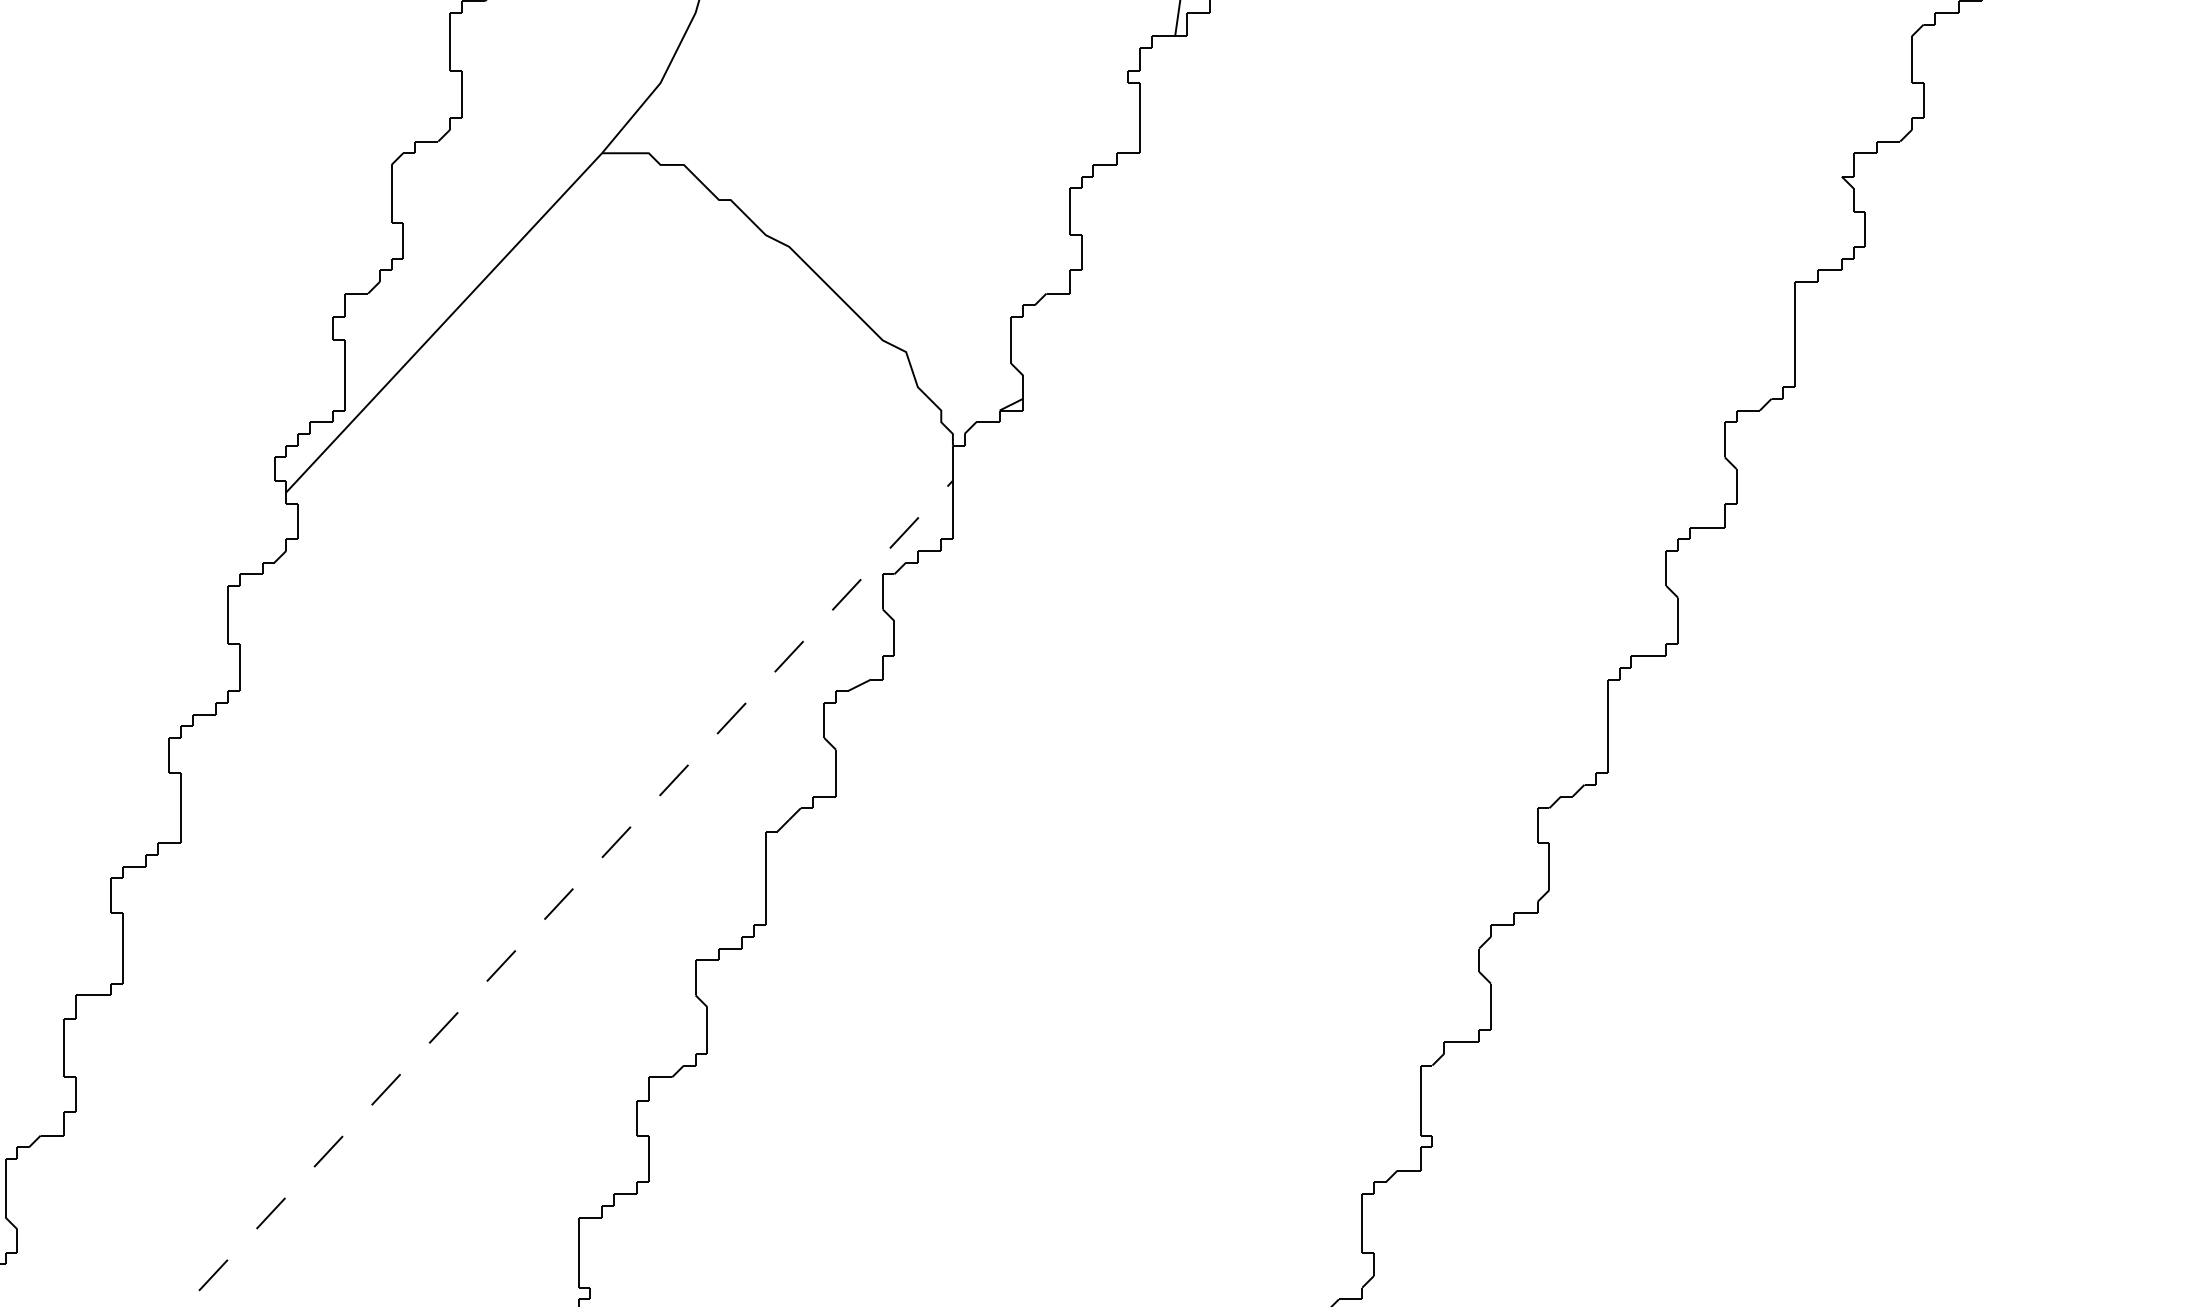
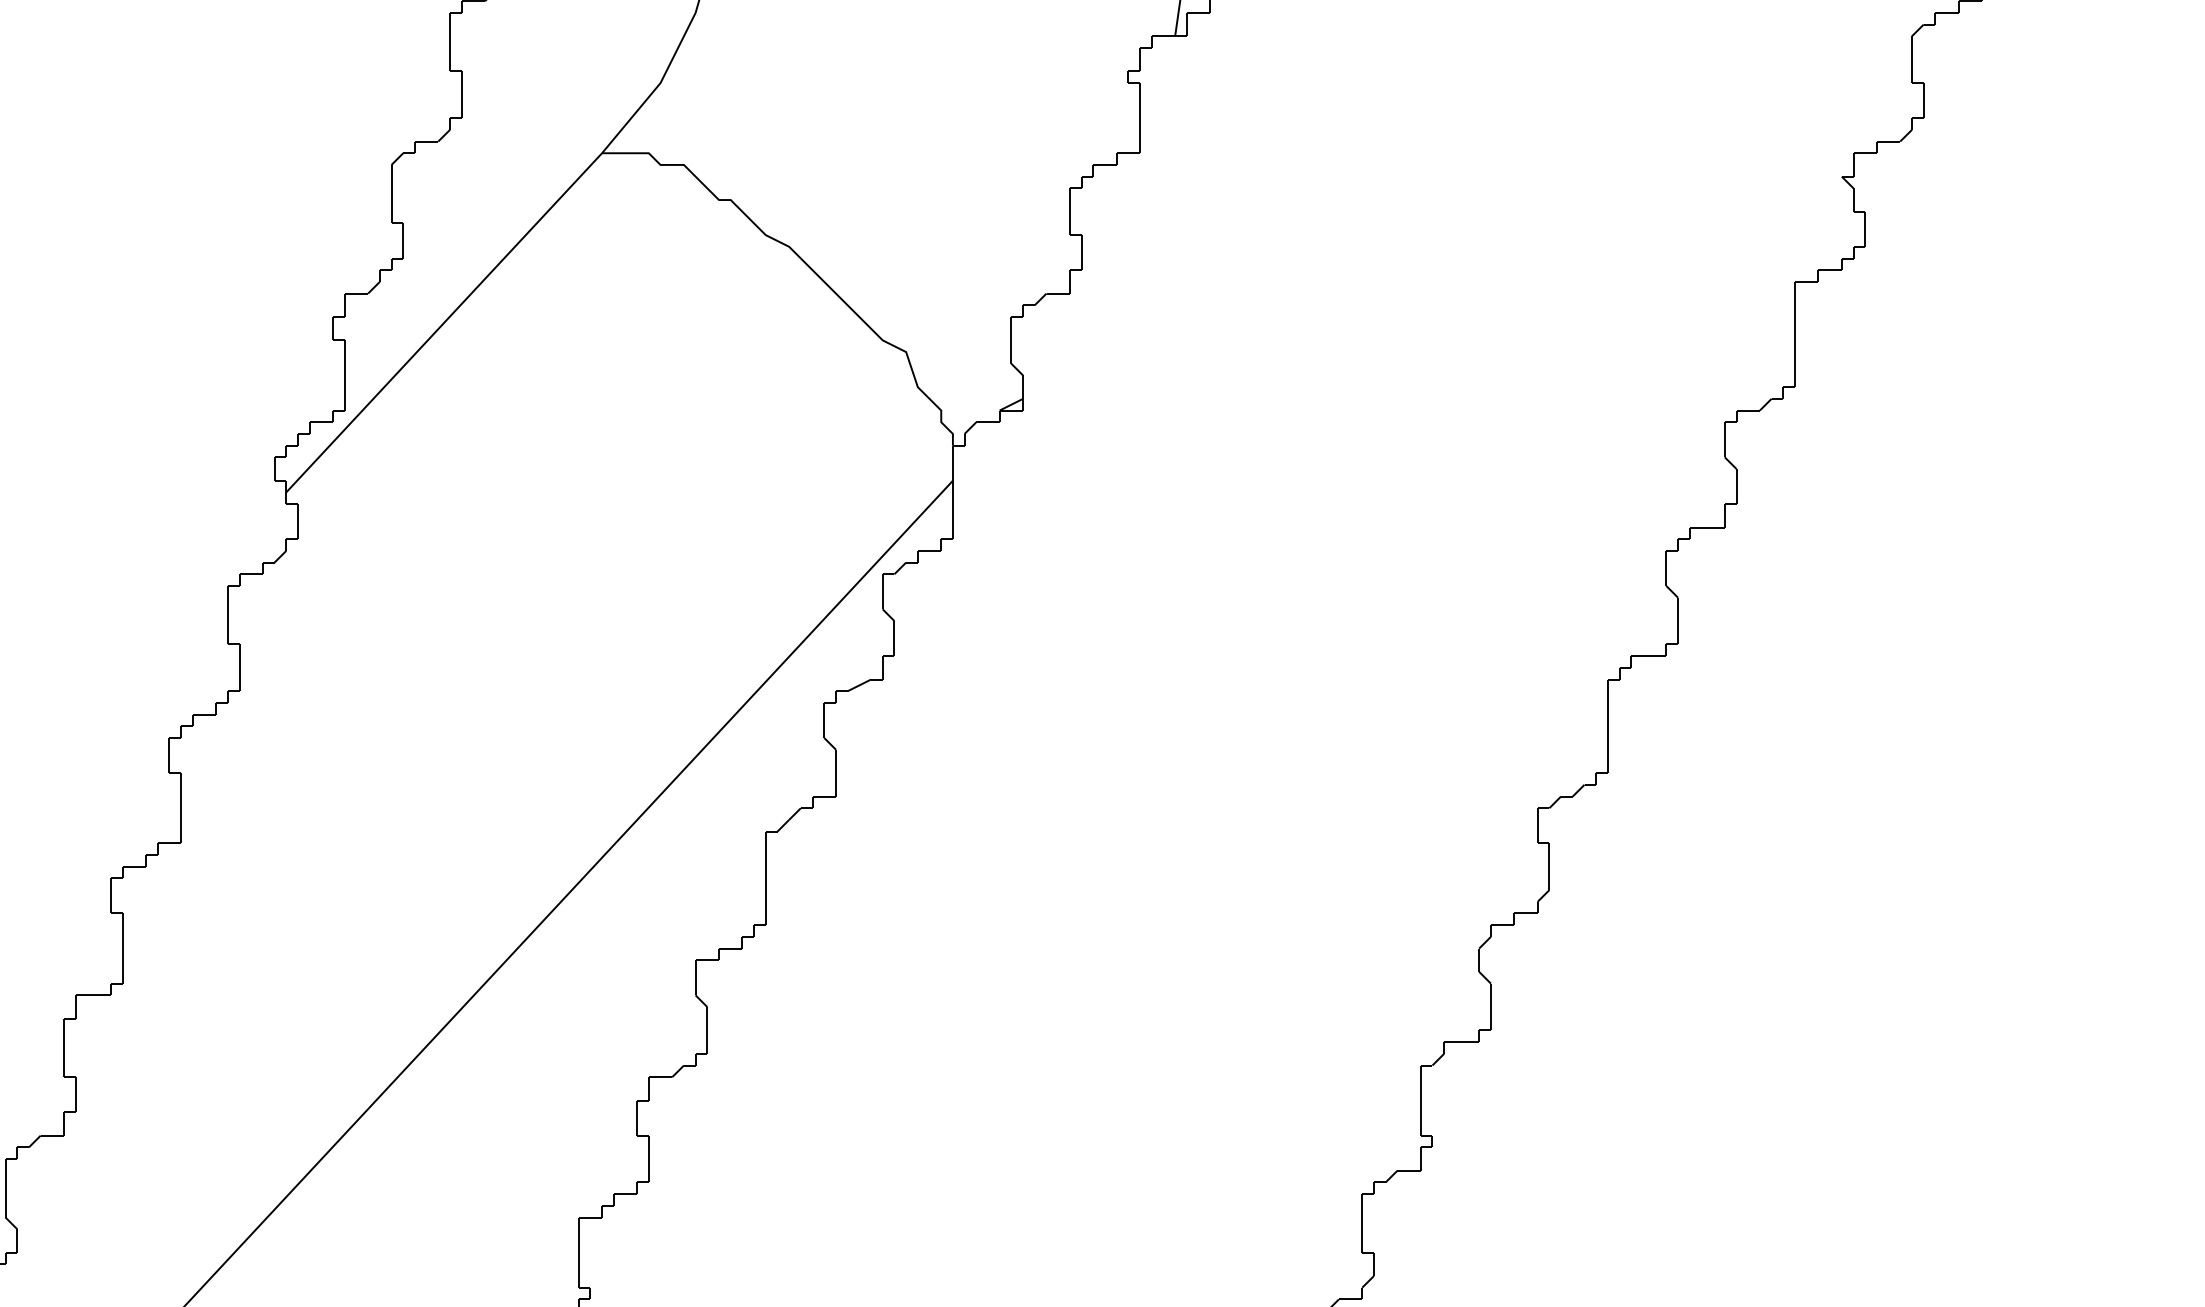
line at (568, 893): dashed -> solid
